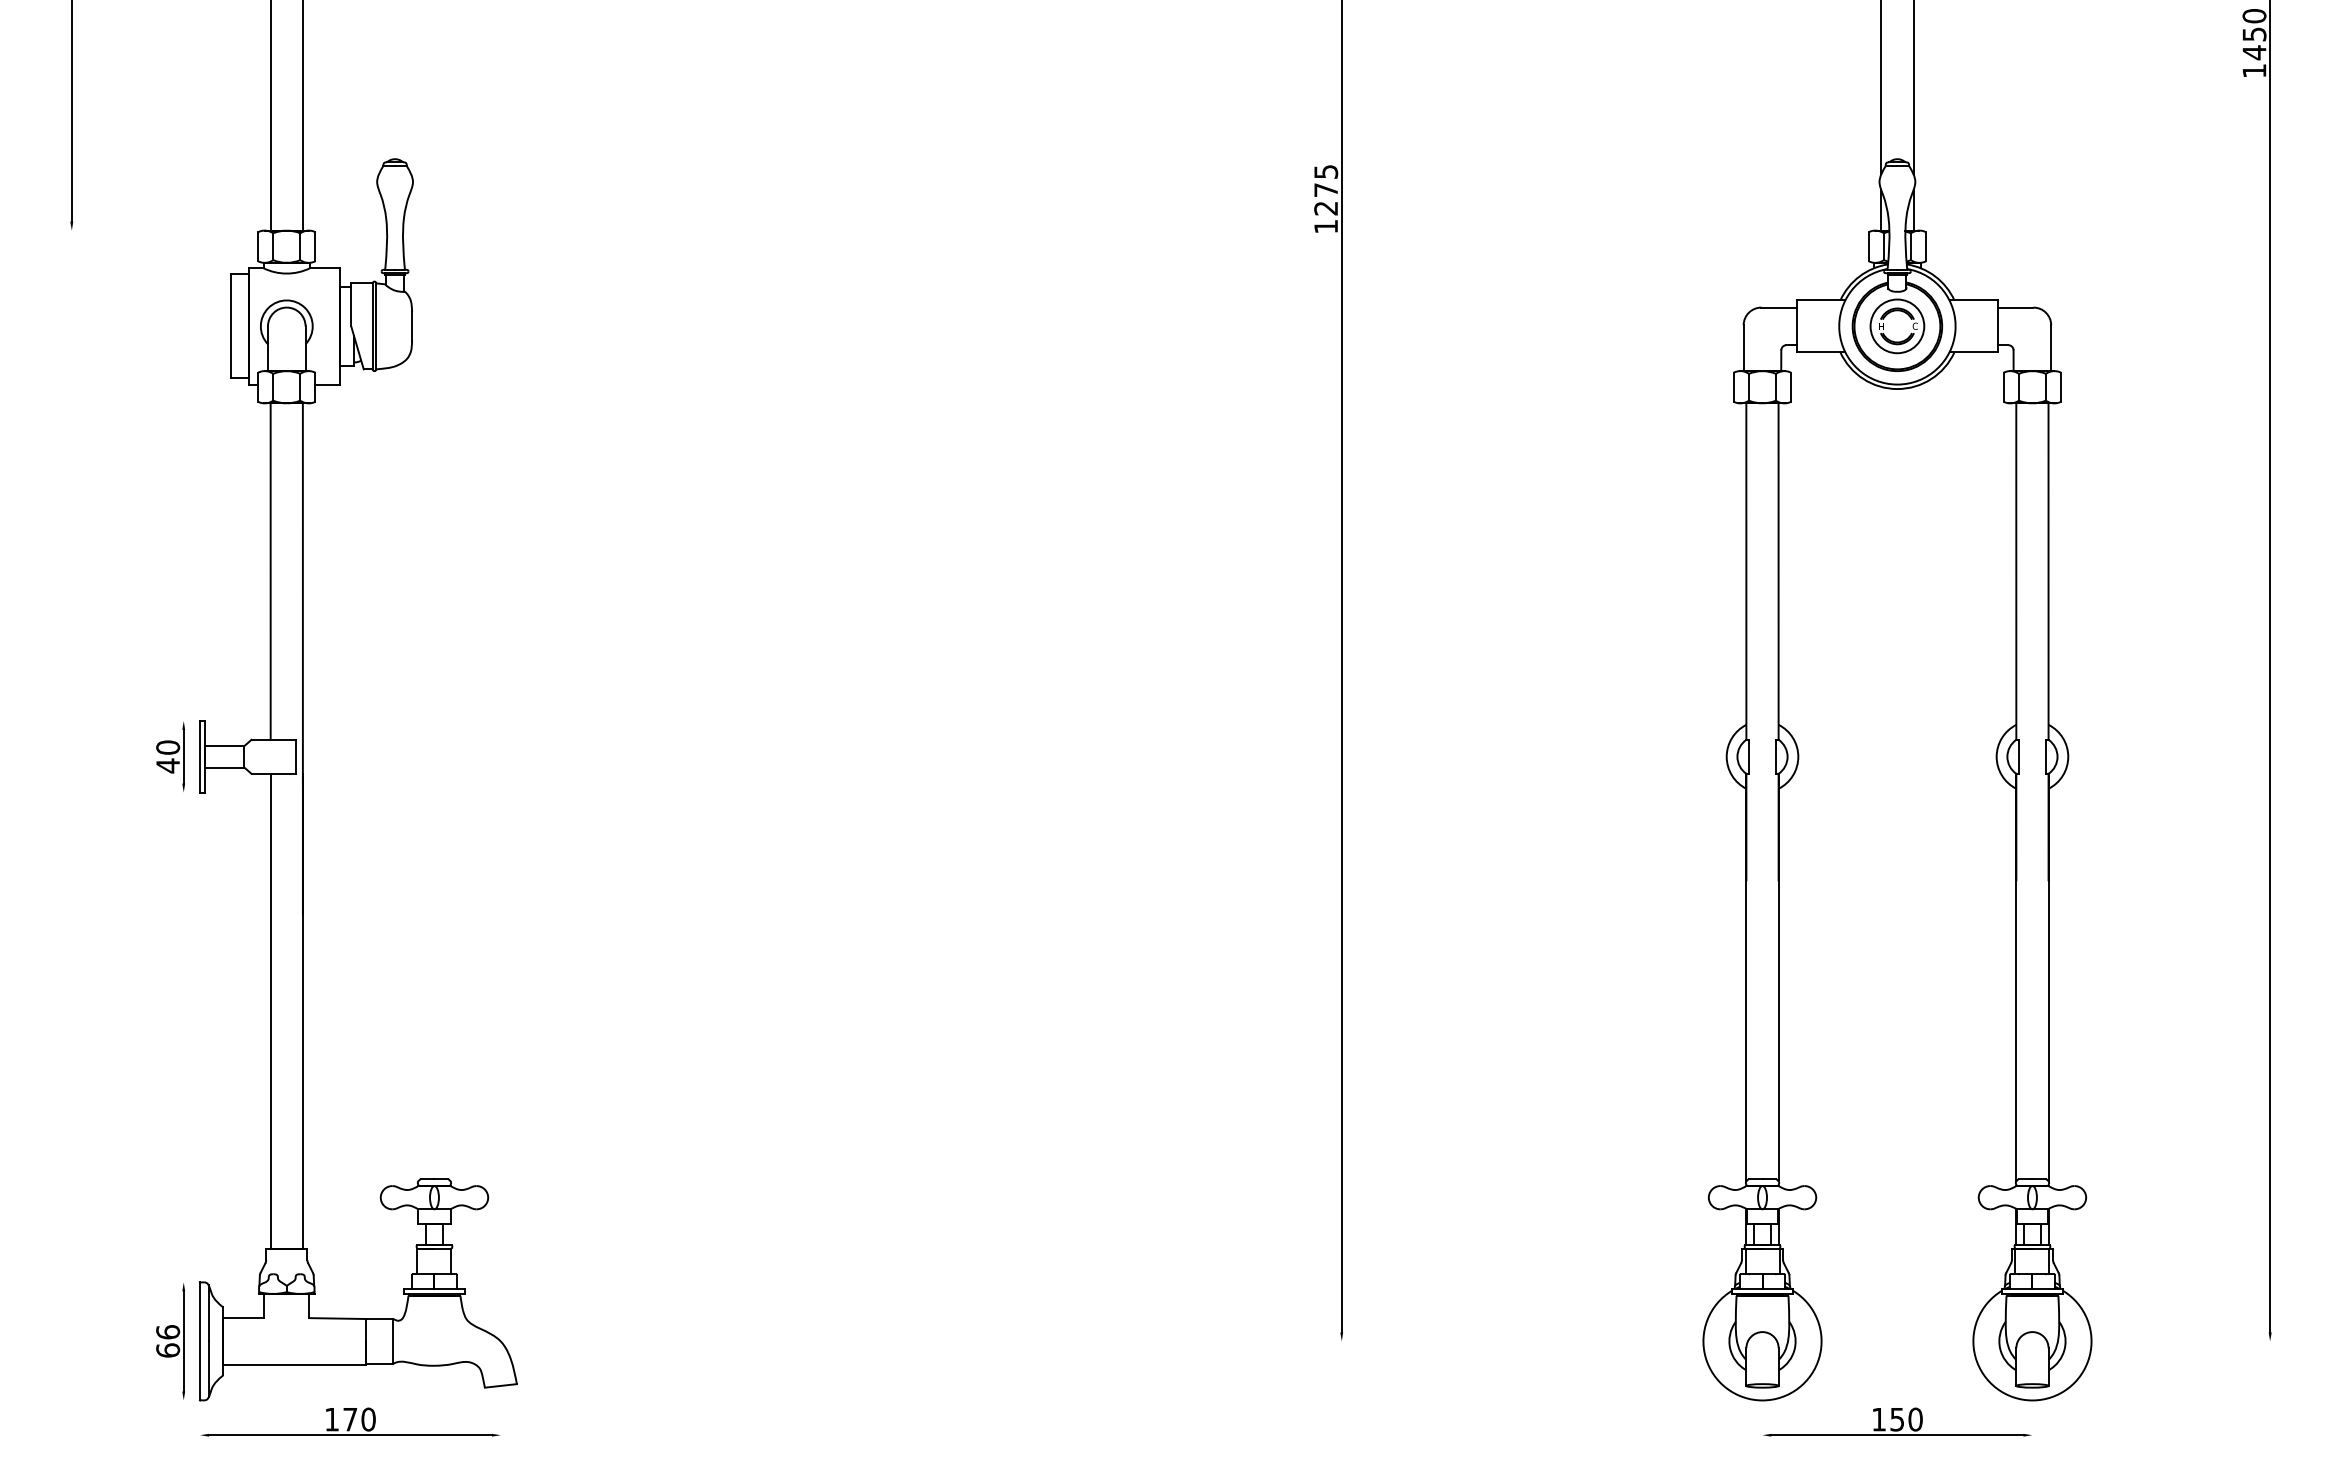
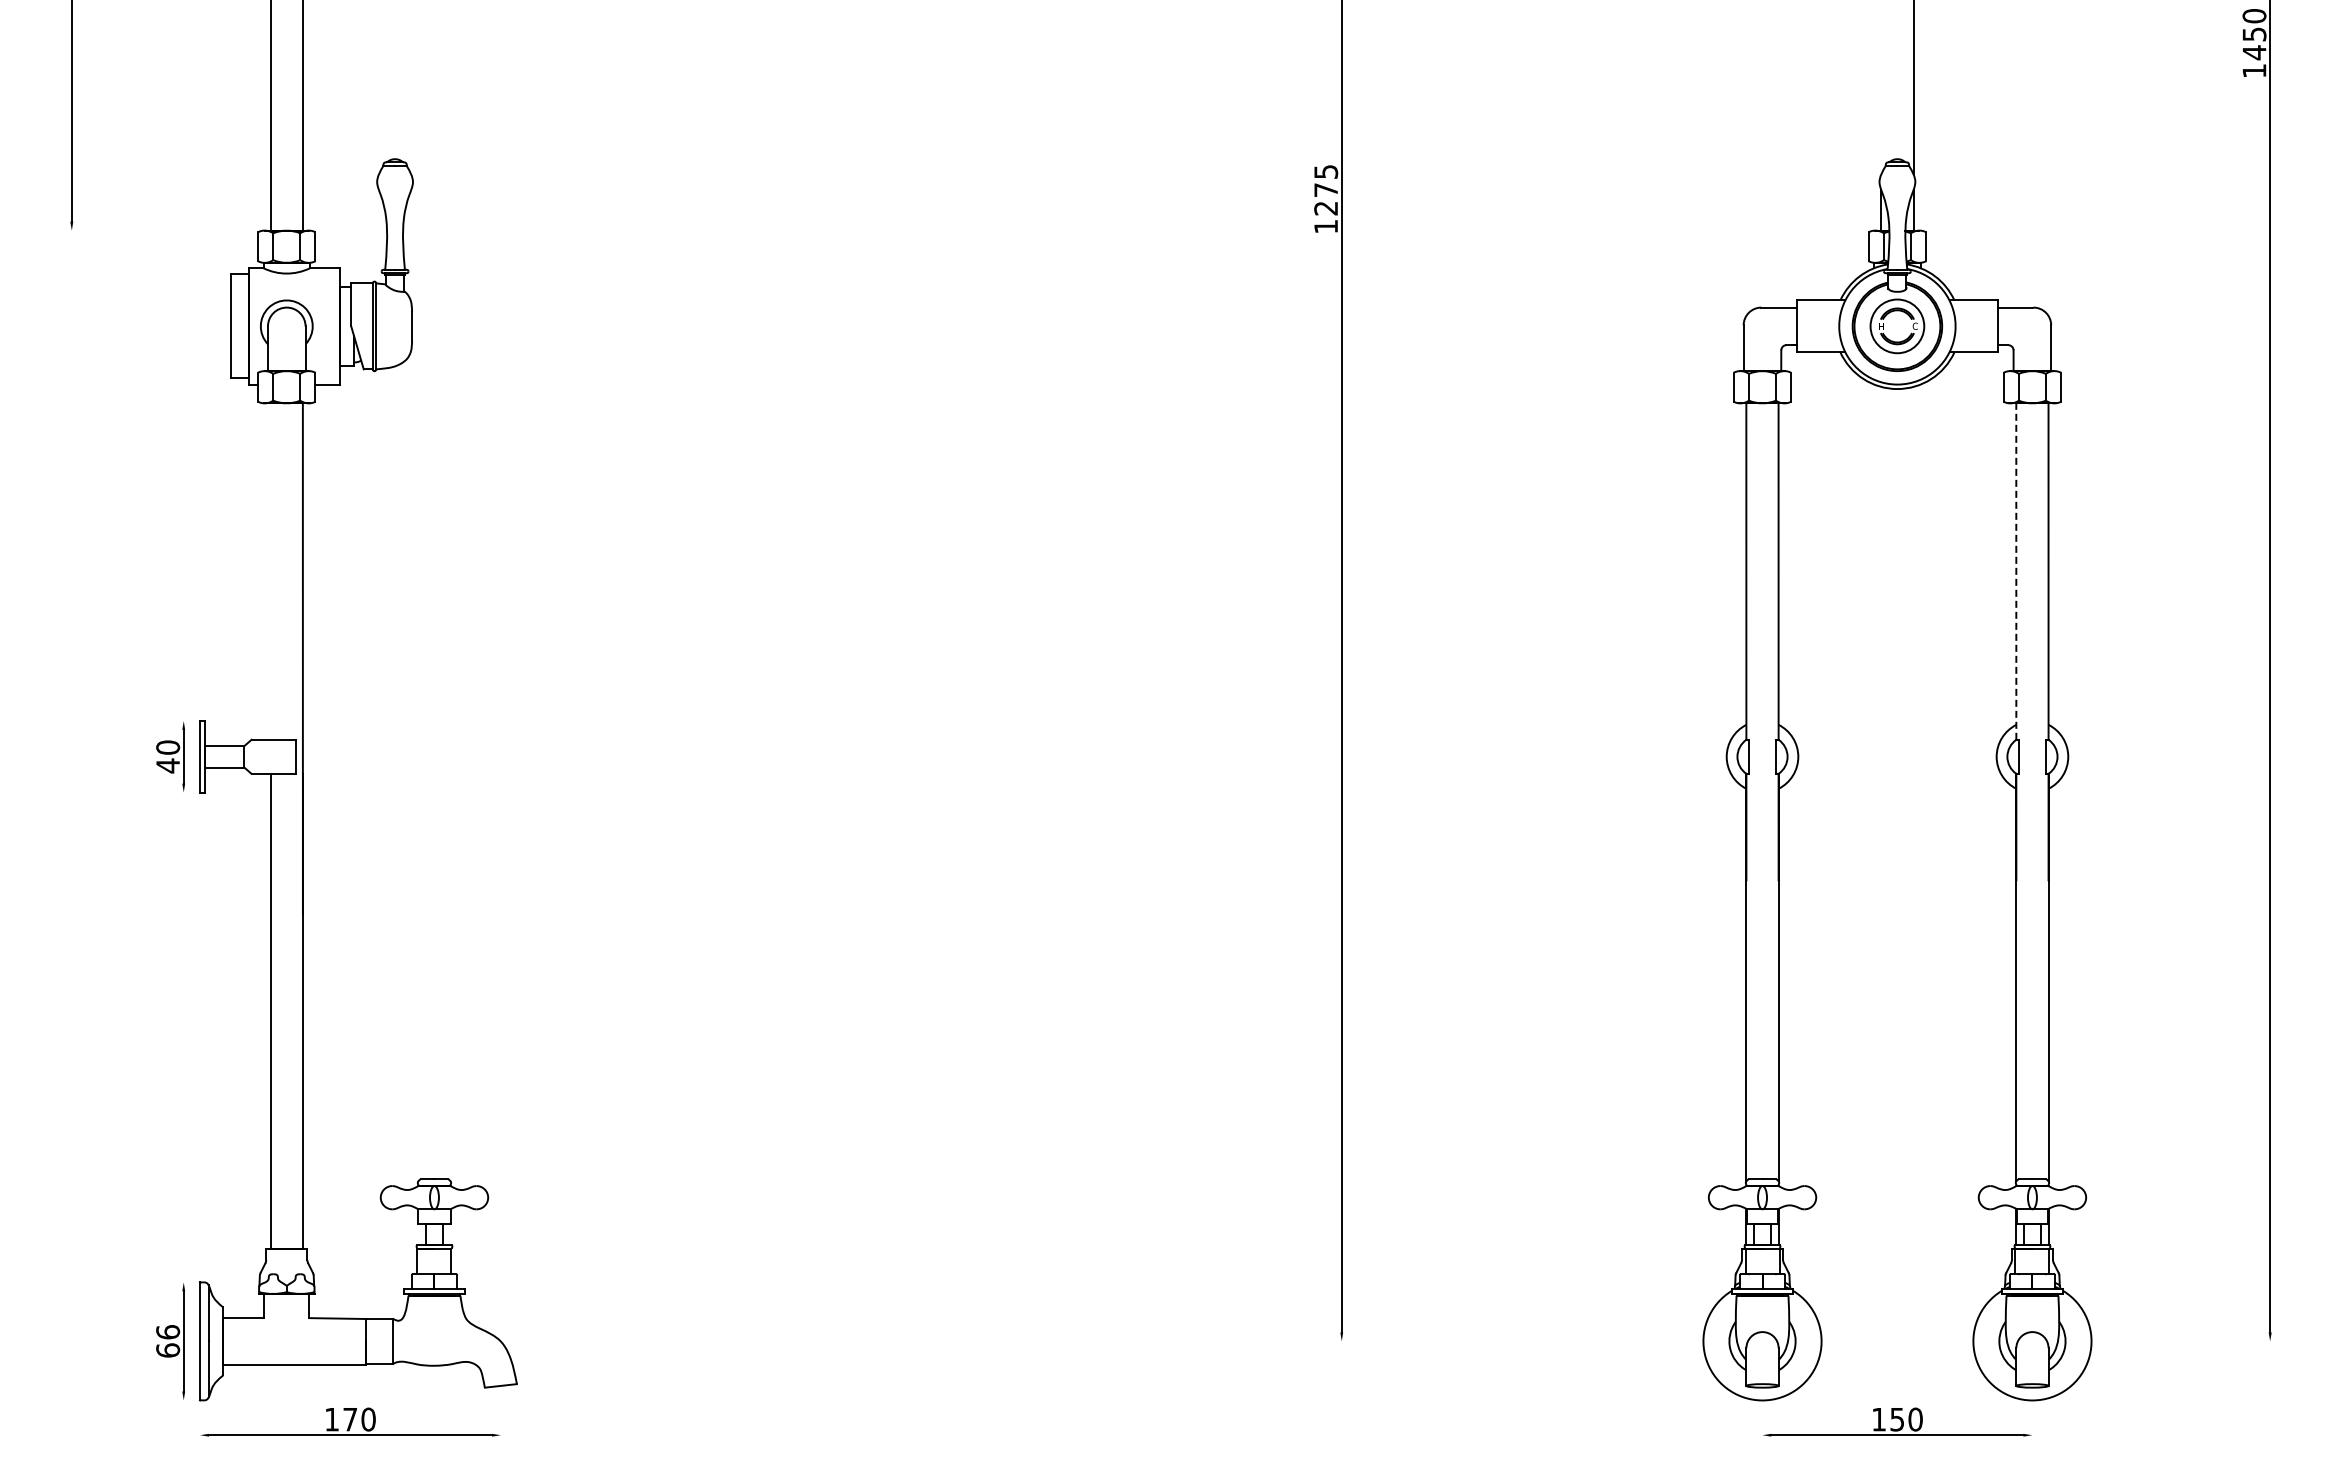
line at (1881, 88): present -> none
line at (270, 571): present -> none
line at (2016, 571): solid -> dashed
